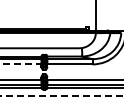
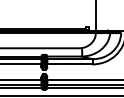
line at (21, 64): dashed -> solid
line at (62, 96): dashed -> solid
